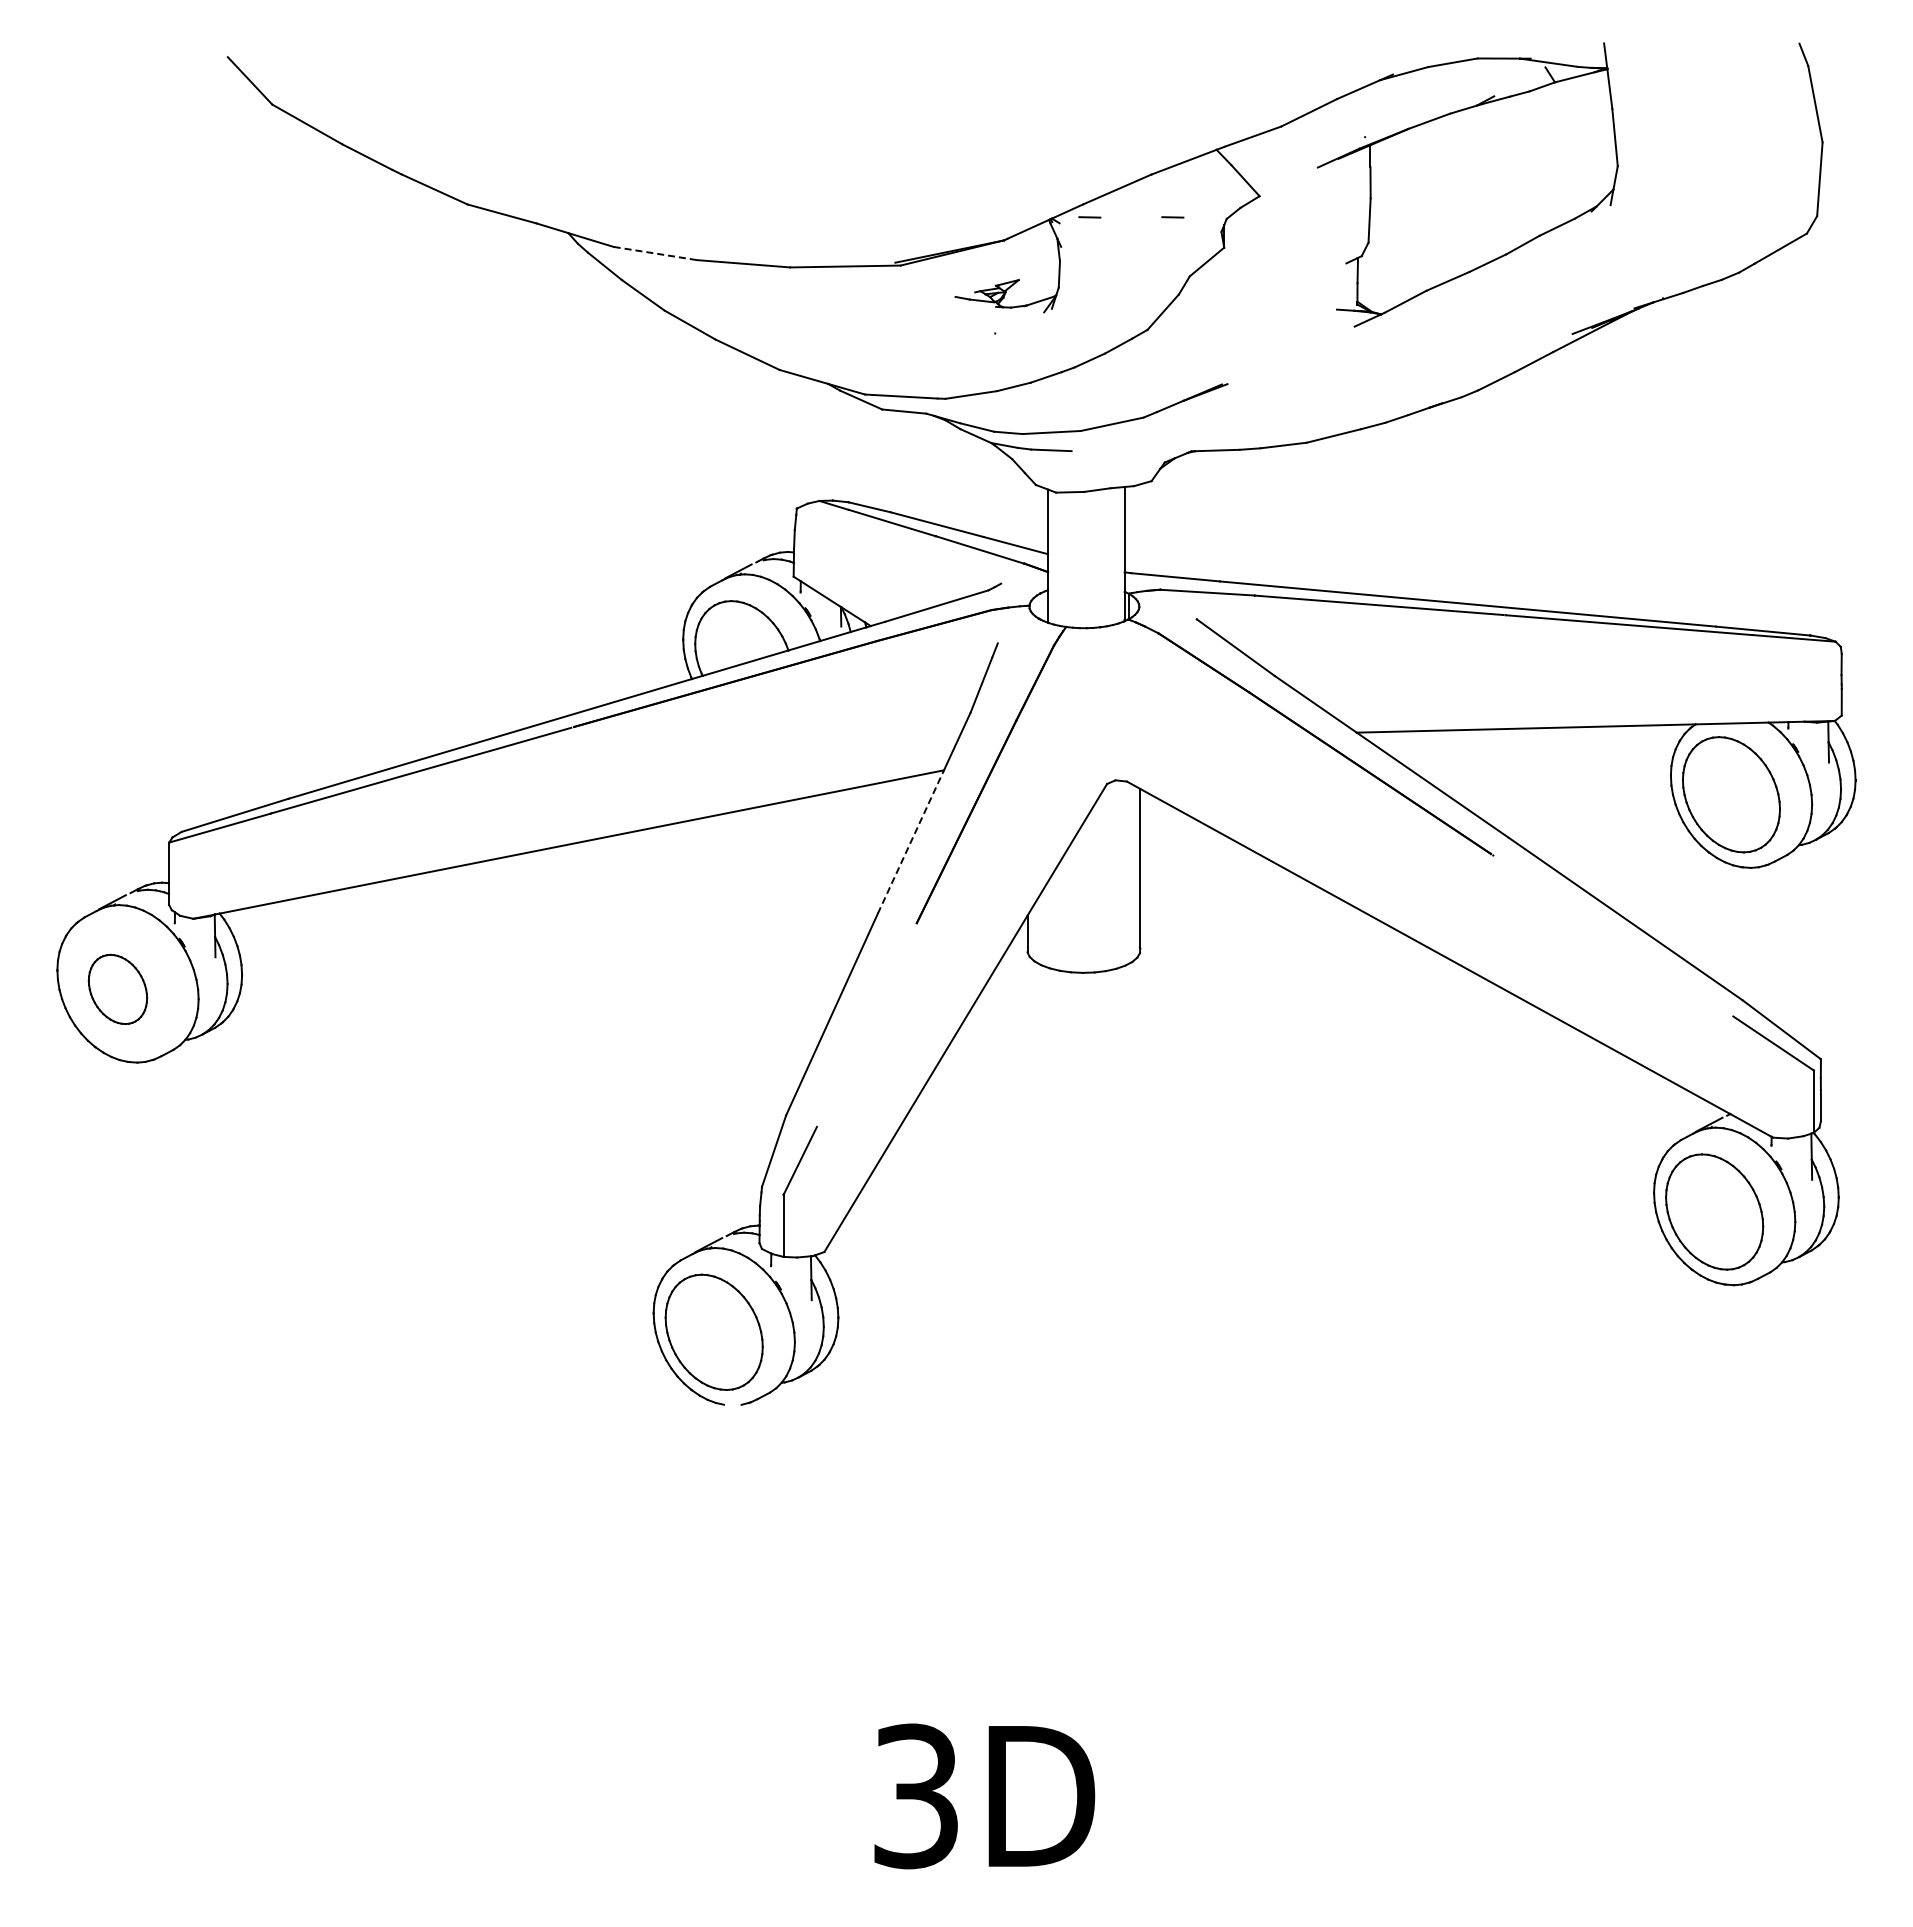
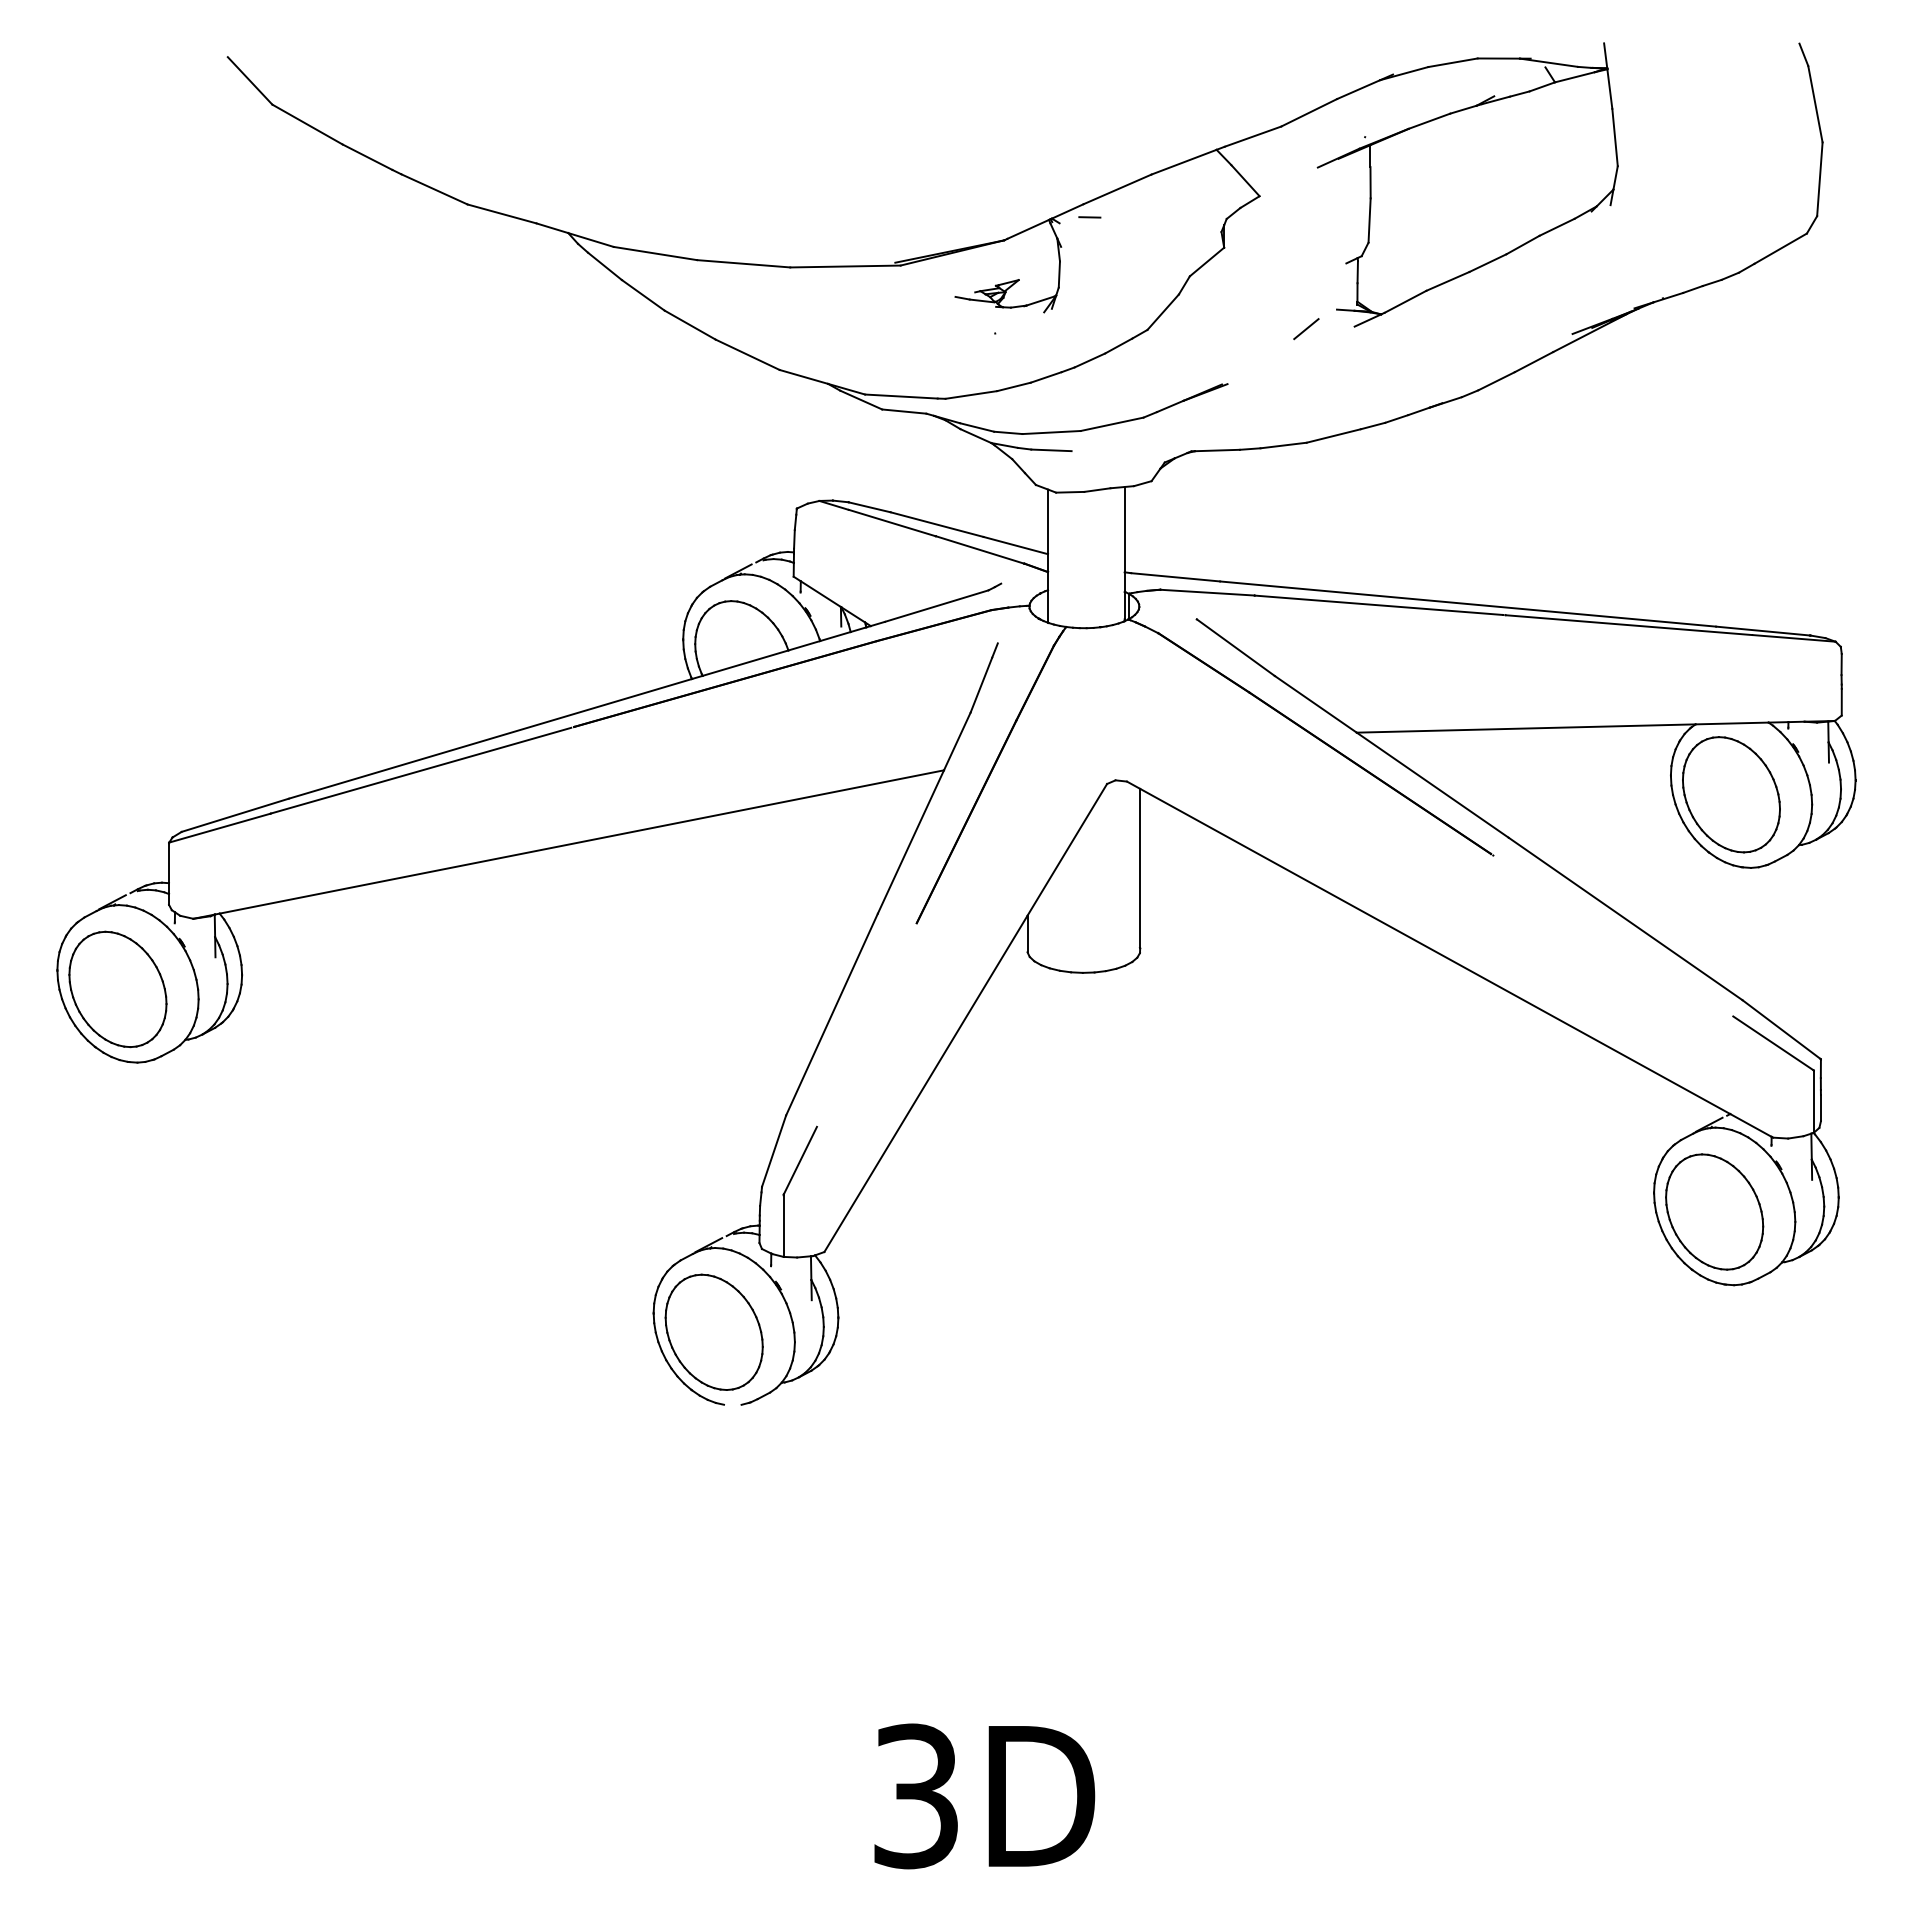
line at (1172, 217): present -> none
line at (655, 253): dashed -> solid
line at (1306, 329): none -> present
line at (910, 842): dashed -> solid
part at (117, 988) size: 62x72 px -> 100x119 px
